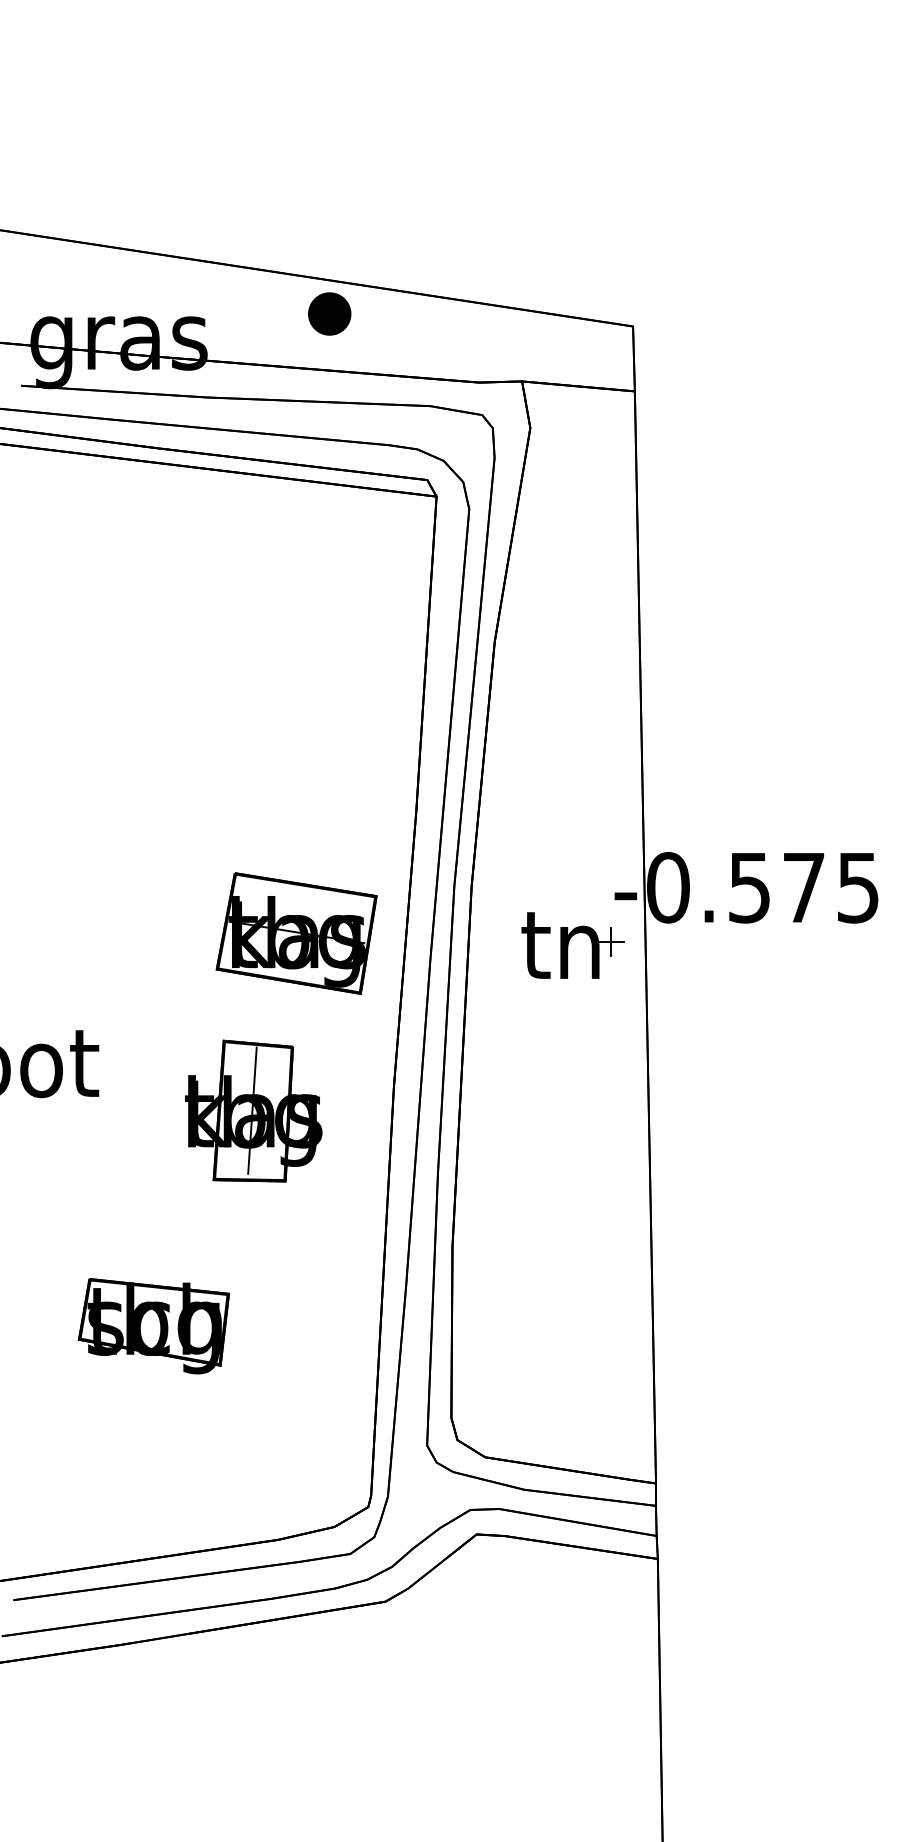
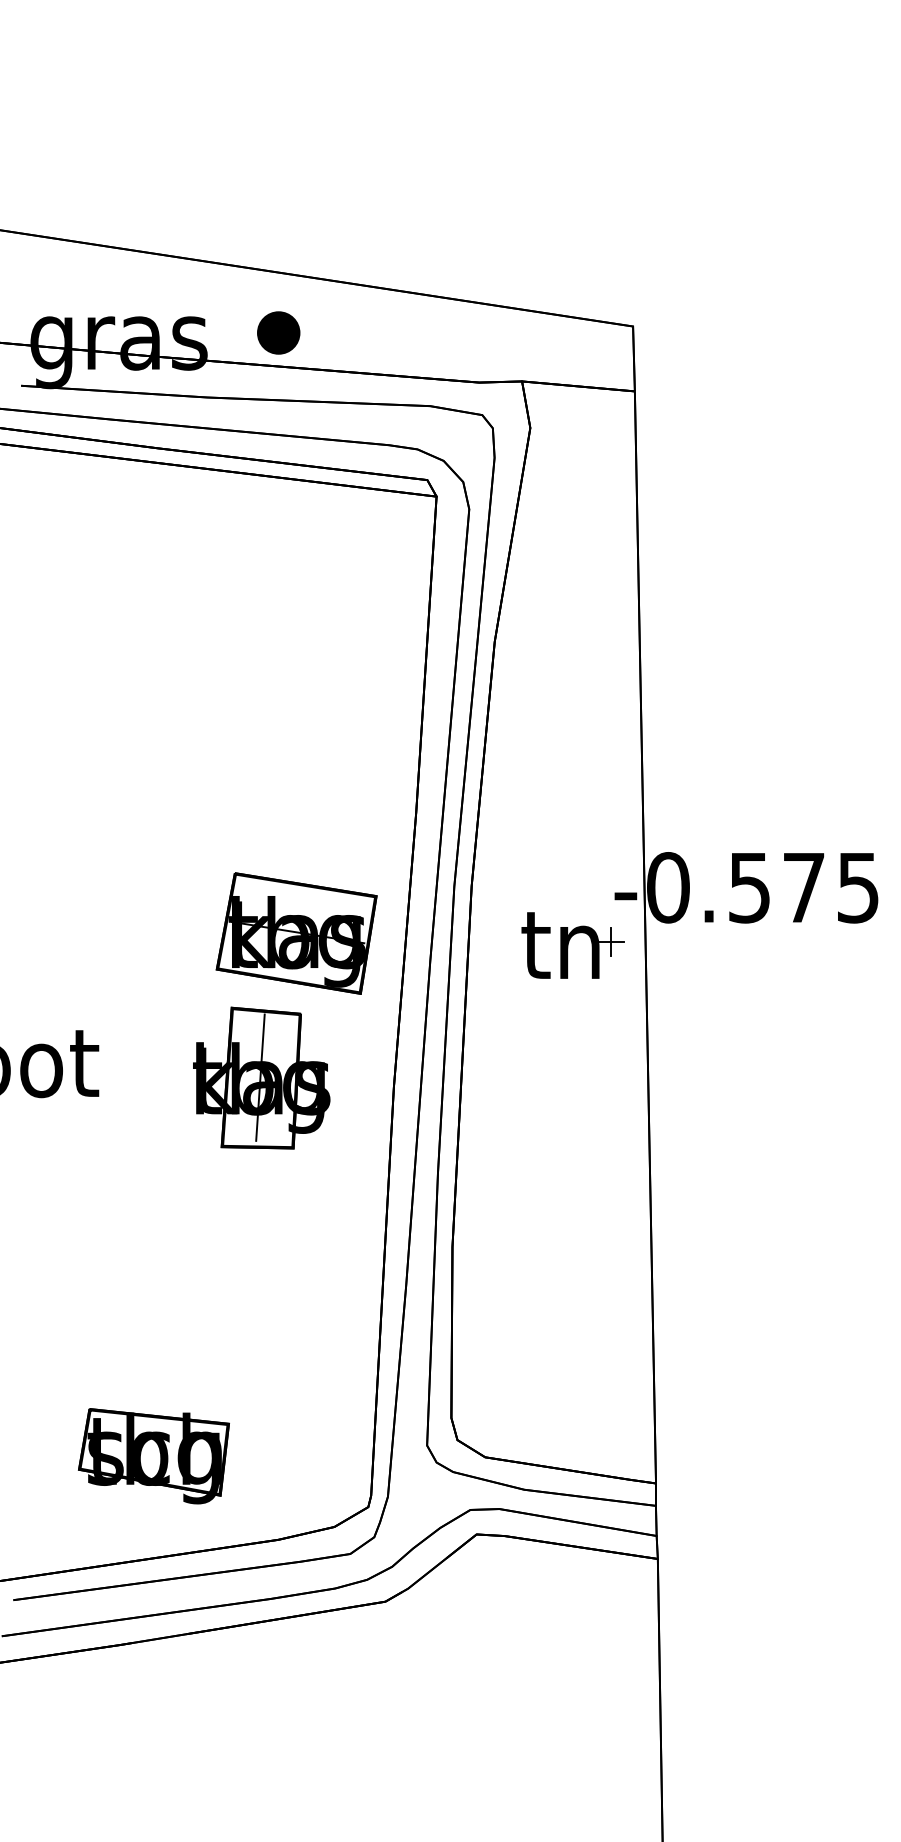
part at (329, 313) position: (329, 313) -> (278, 332)
part at (253, 1110) position: (253, 1110) -> (261, 1077)
part at (153, 1326) position: (153, 1326) -> (153, 1456)
